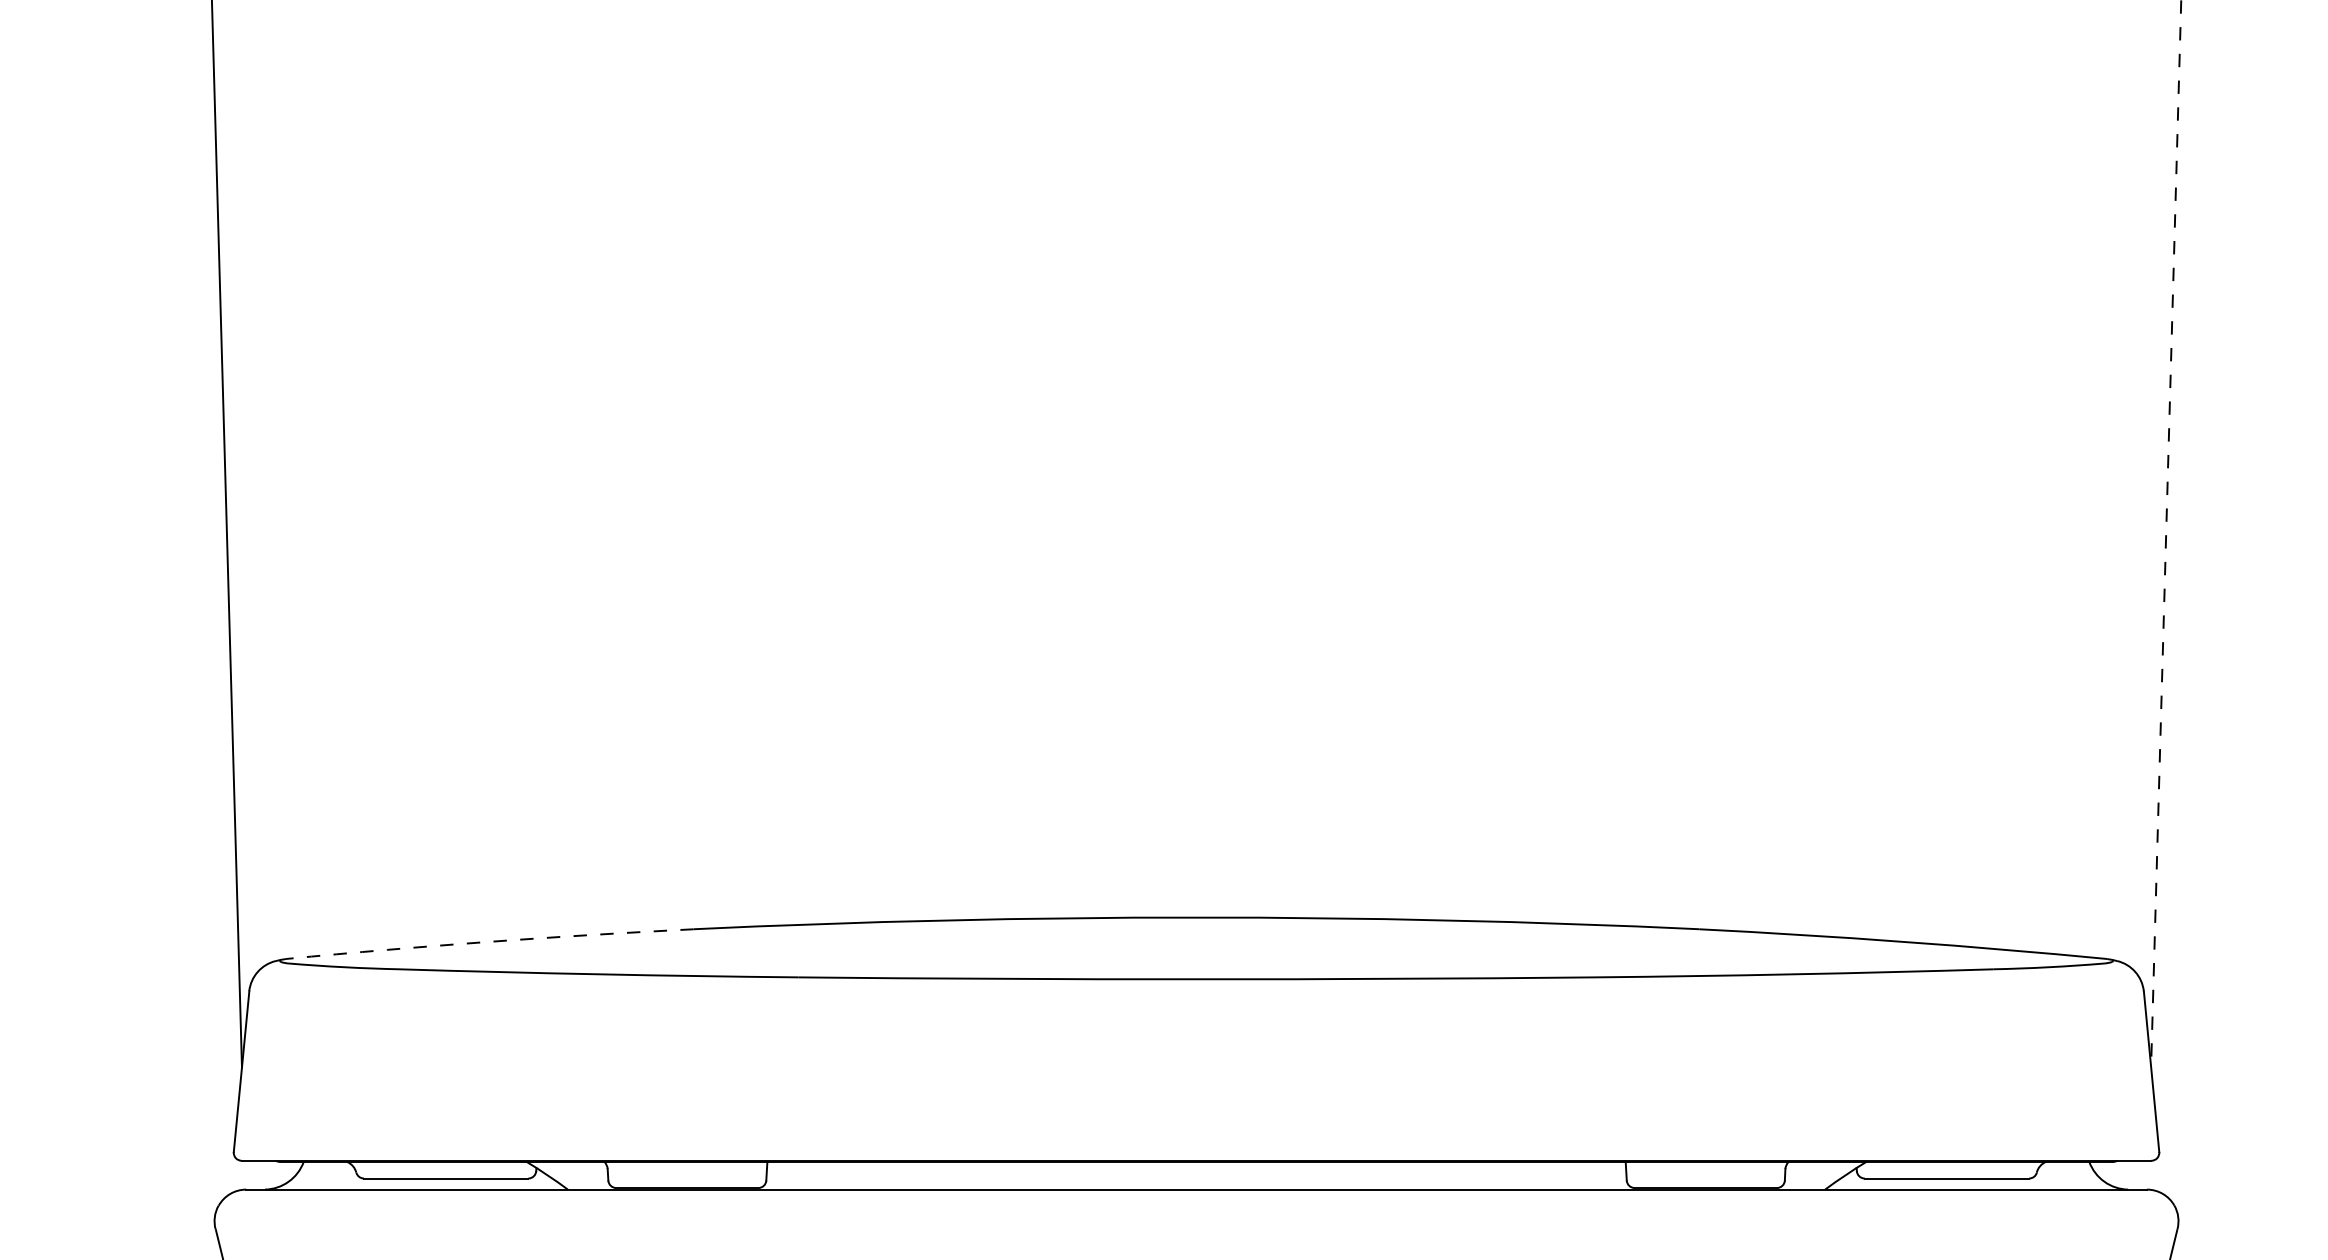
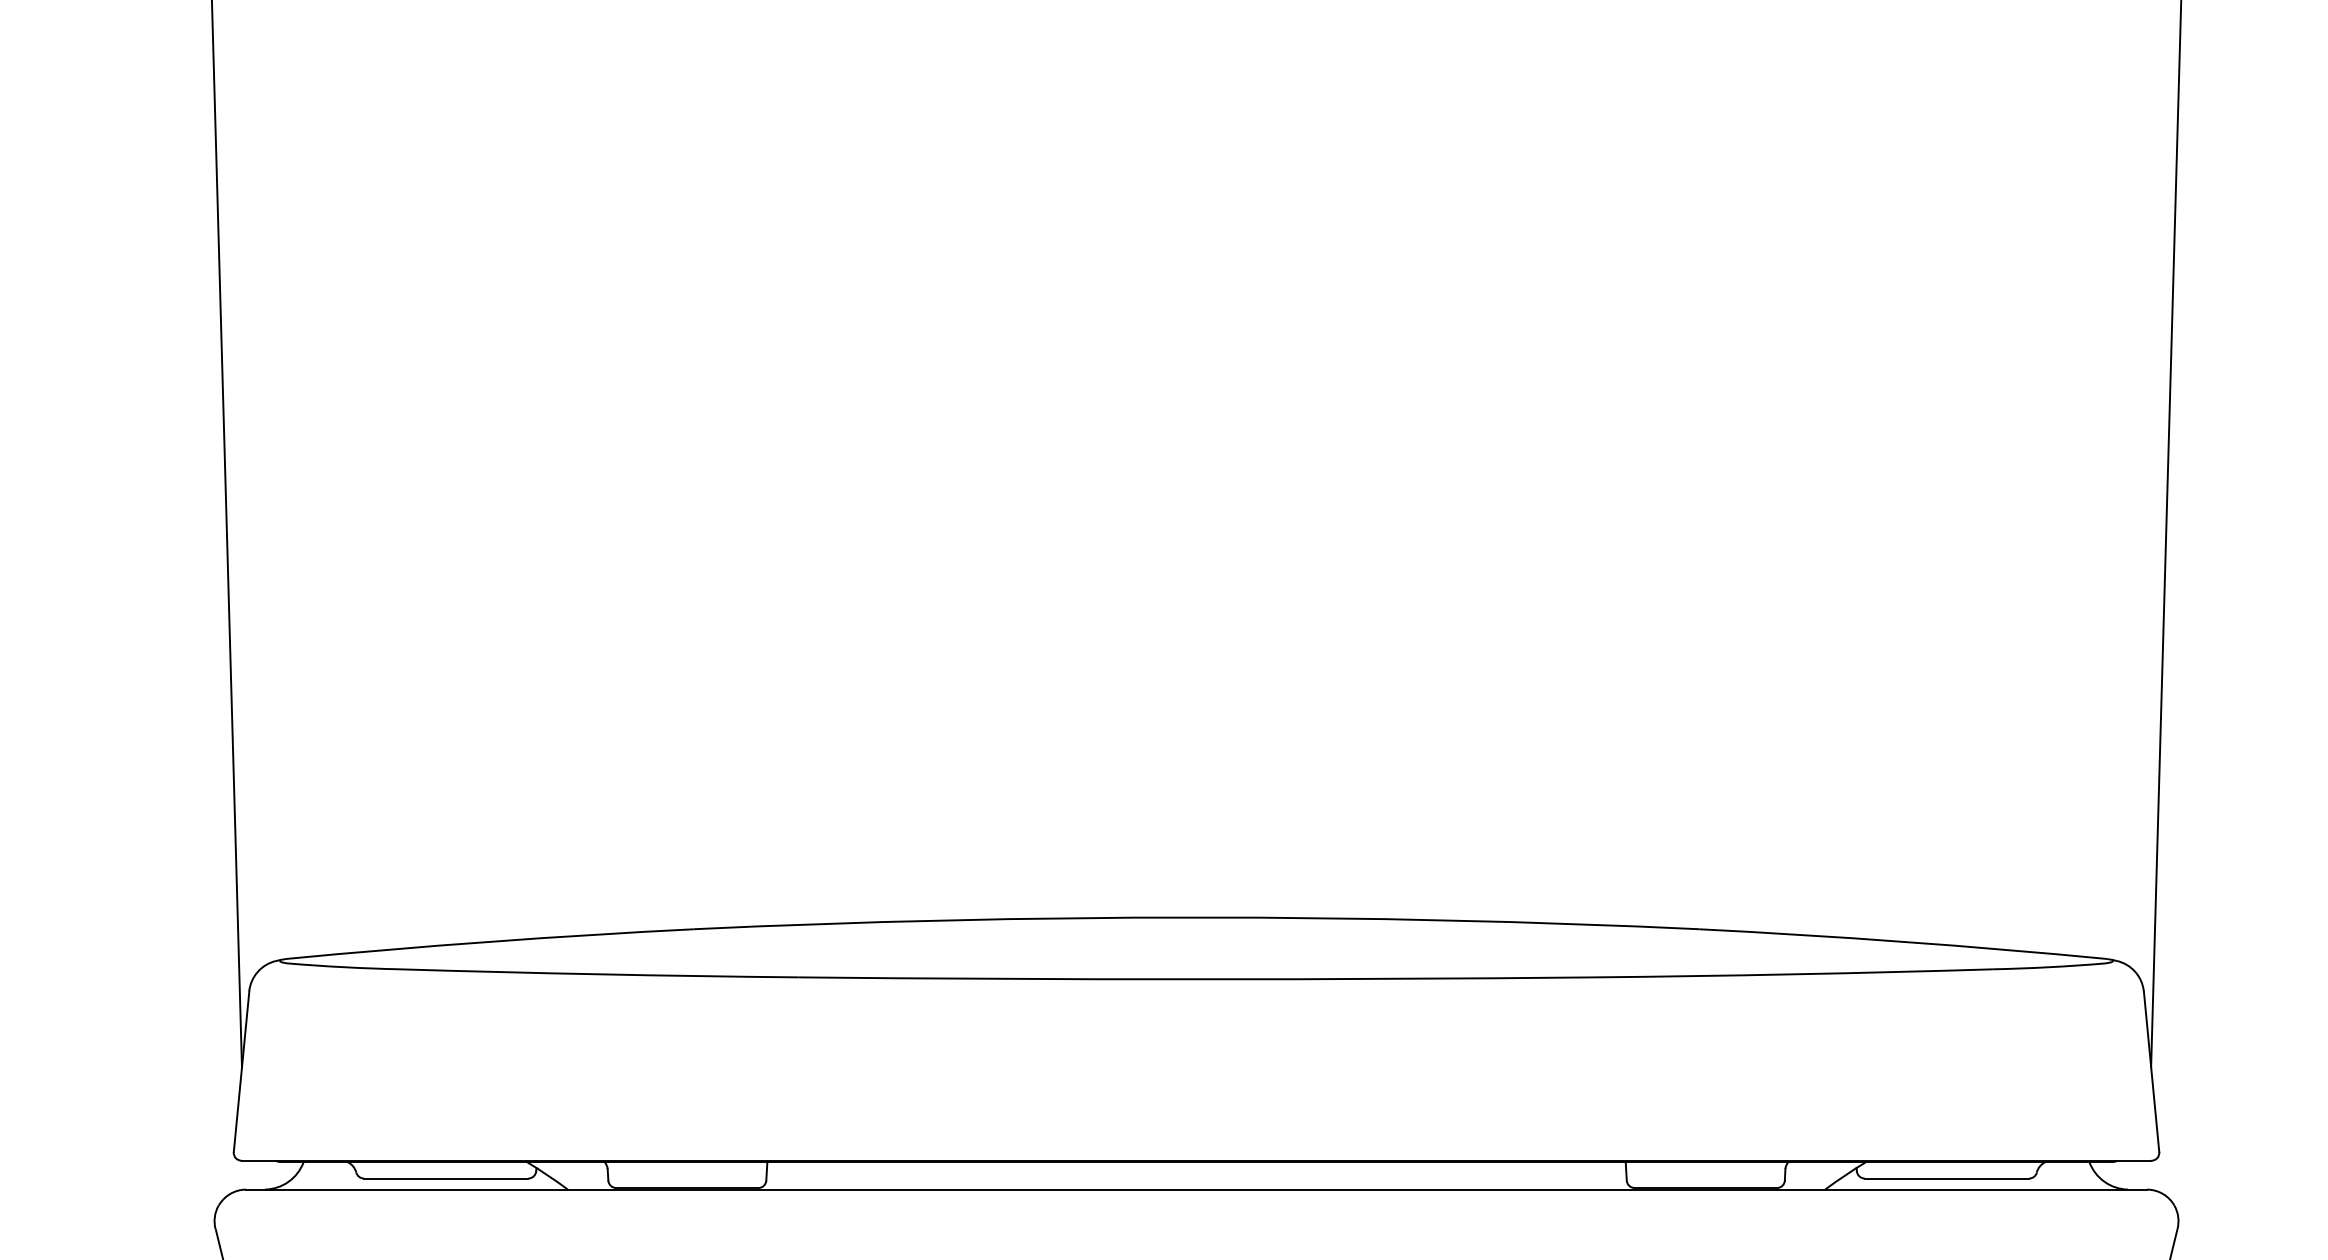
line at (2166, 534): dashed -> solid
arc at (489, 941): dashed -> solid
